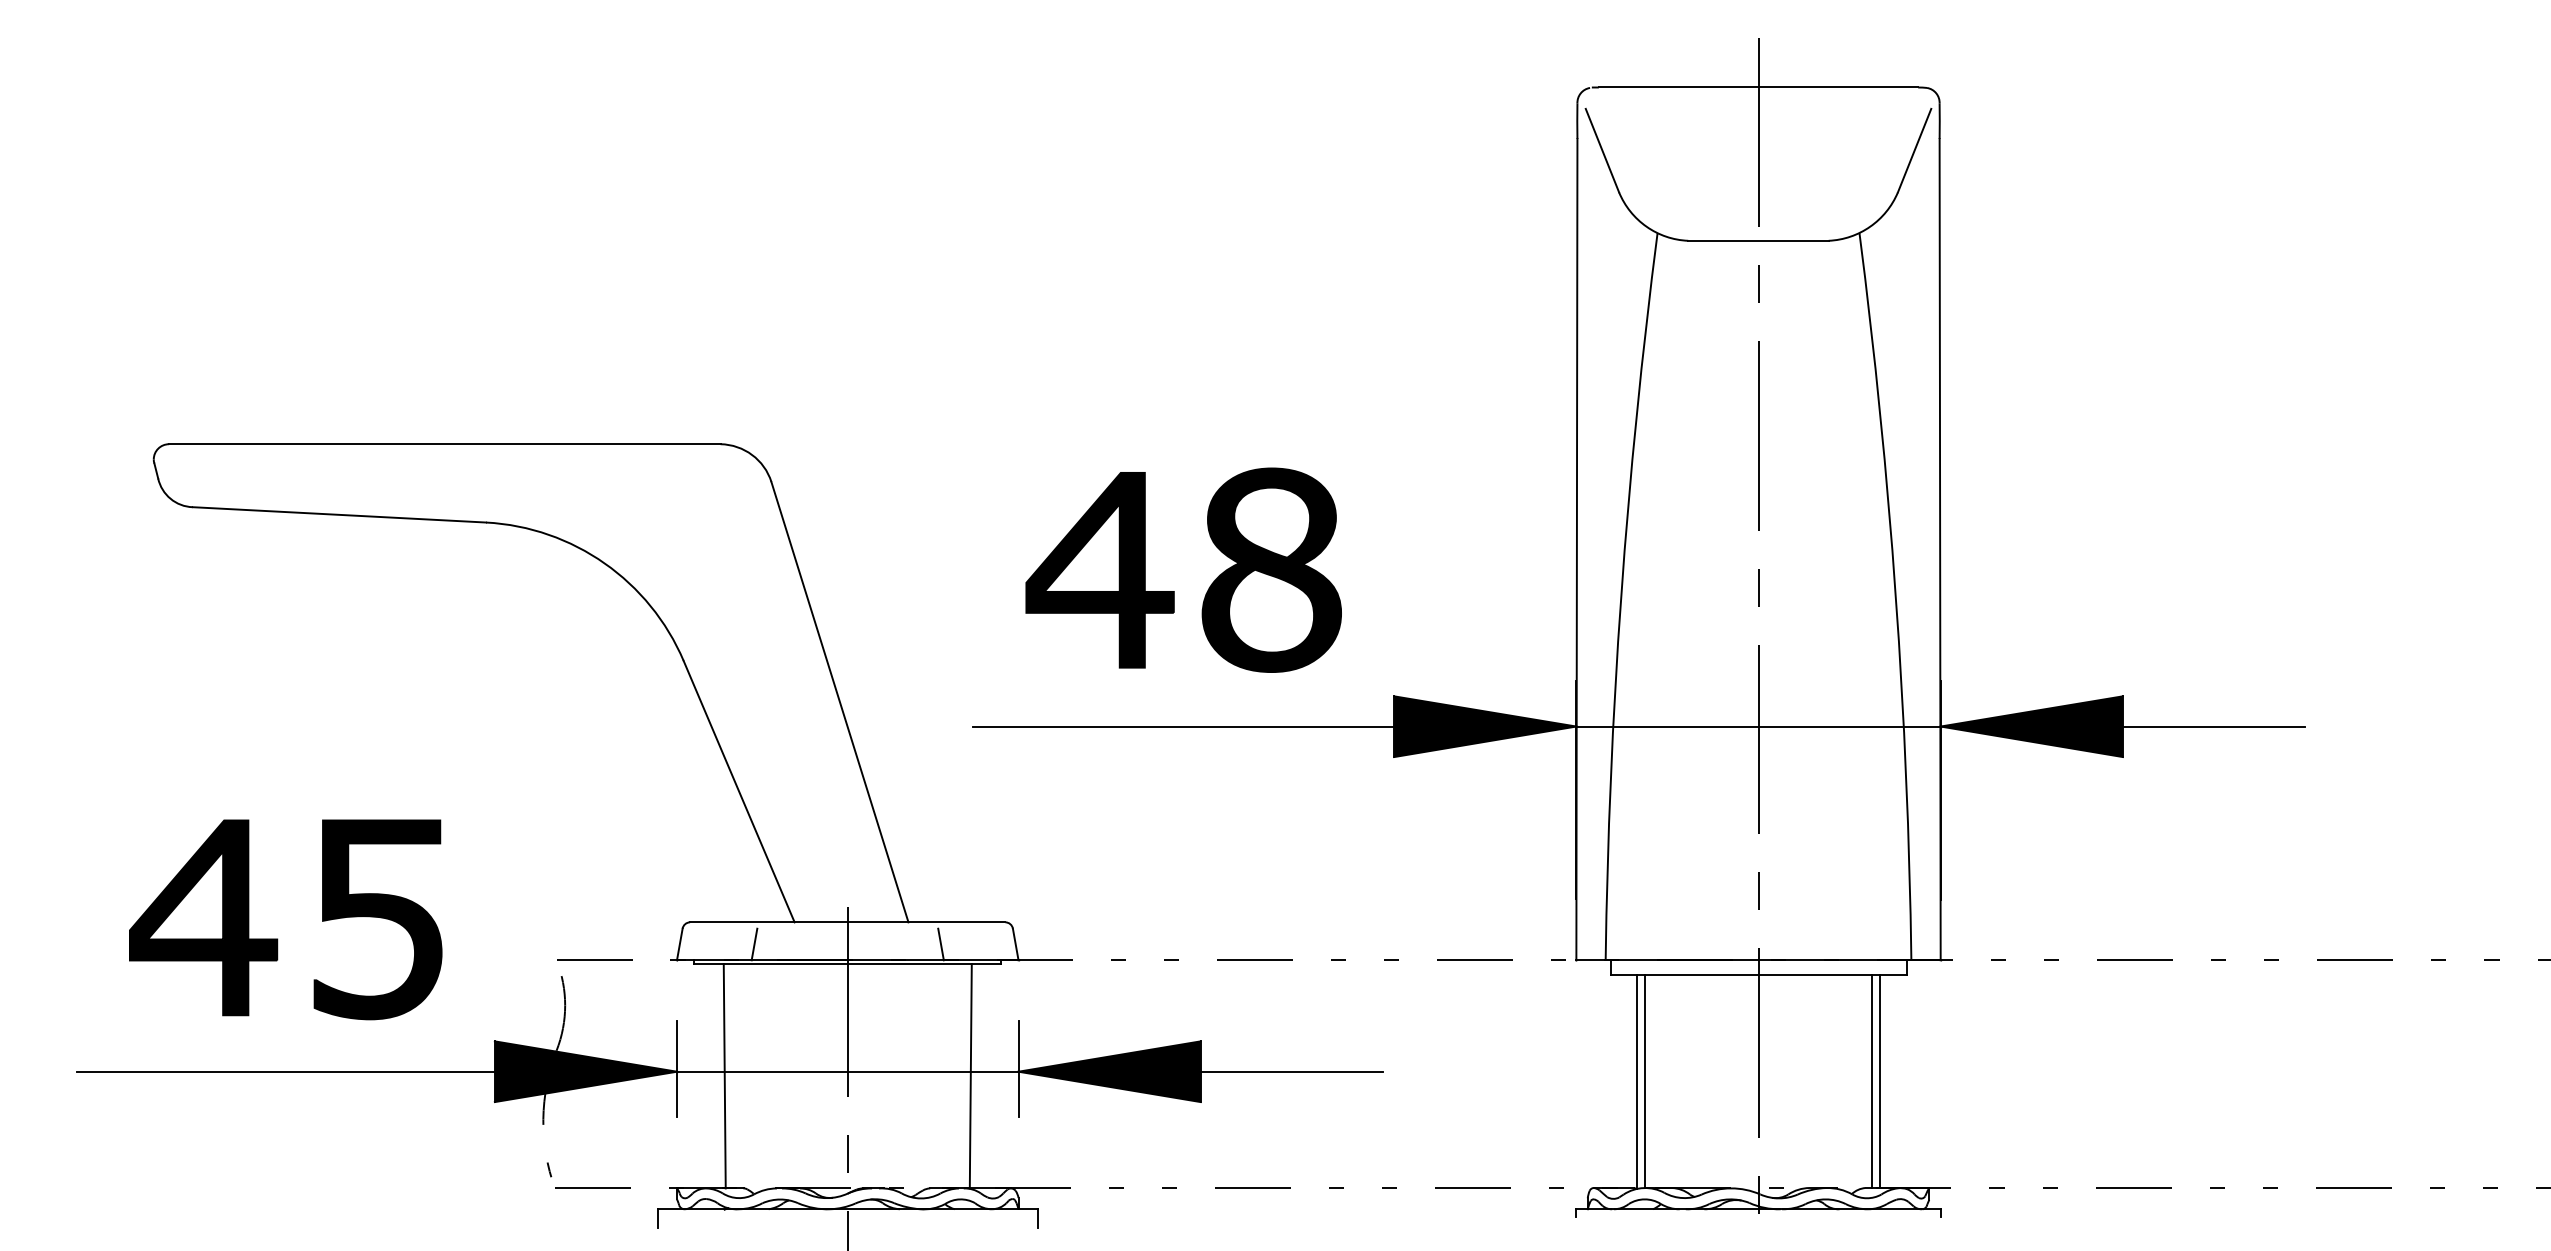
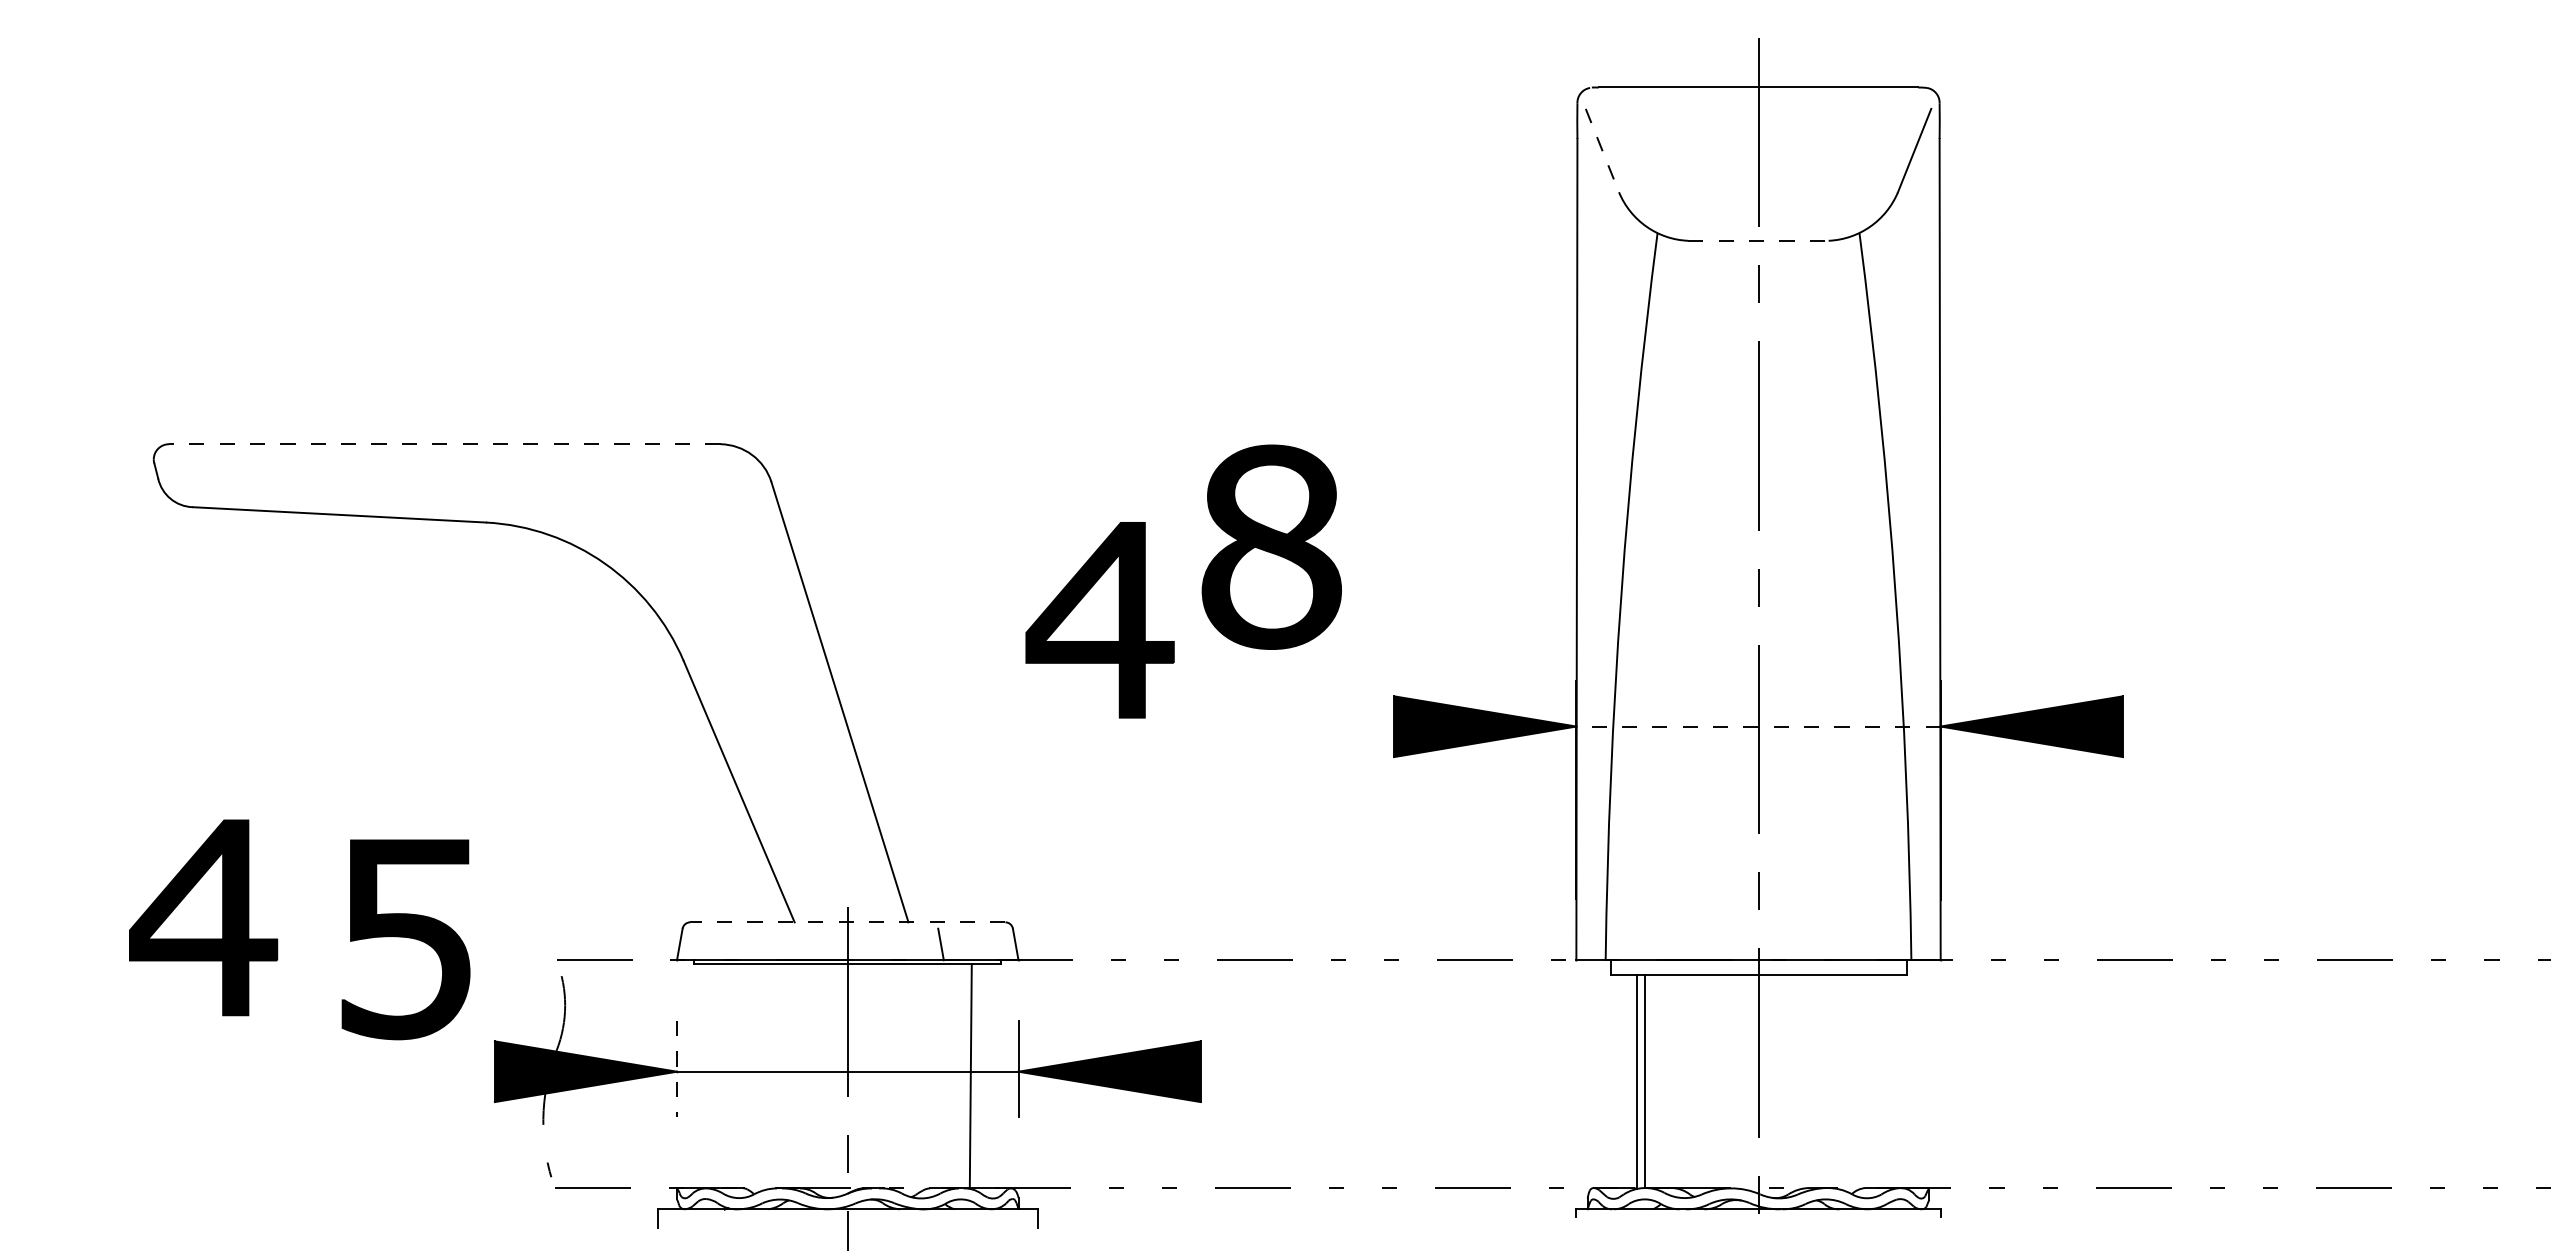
line at (1602, 150): solid -> dashed
line at (1758, 240): solid -> dashed
line at (444, 444): solid -> dashed
part at (1271, 569) position: (1271, 569) -> (1271, 546)
part at (1099, 570) position: (1099, 570) -> (1099, 620)
line at (1183, 726): present -> none
line at (1758, 726): solid -> dashed
line at (2213, 726): present -> none
part at (377, 919) position: (377, 919) -> (405, 939)
line at (847, 922): solid -> dashed
line at (754, 944): present -> none
line at (677, 1069): solid -> dashed
line at (285, 1071): present -> none
line at (1291, 1071): present -> none
line at (724, 1076): present -> none
line at (1872, 1081): present -> none
line at (1879, 1081): present -> none
